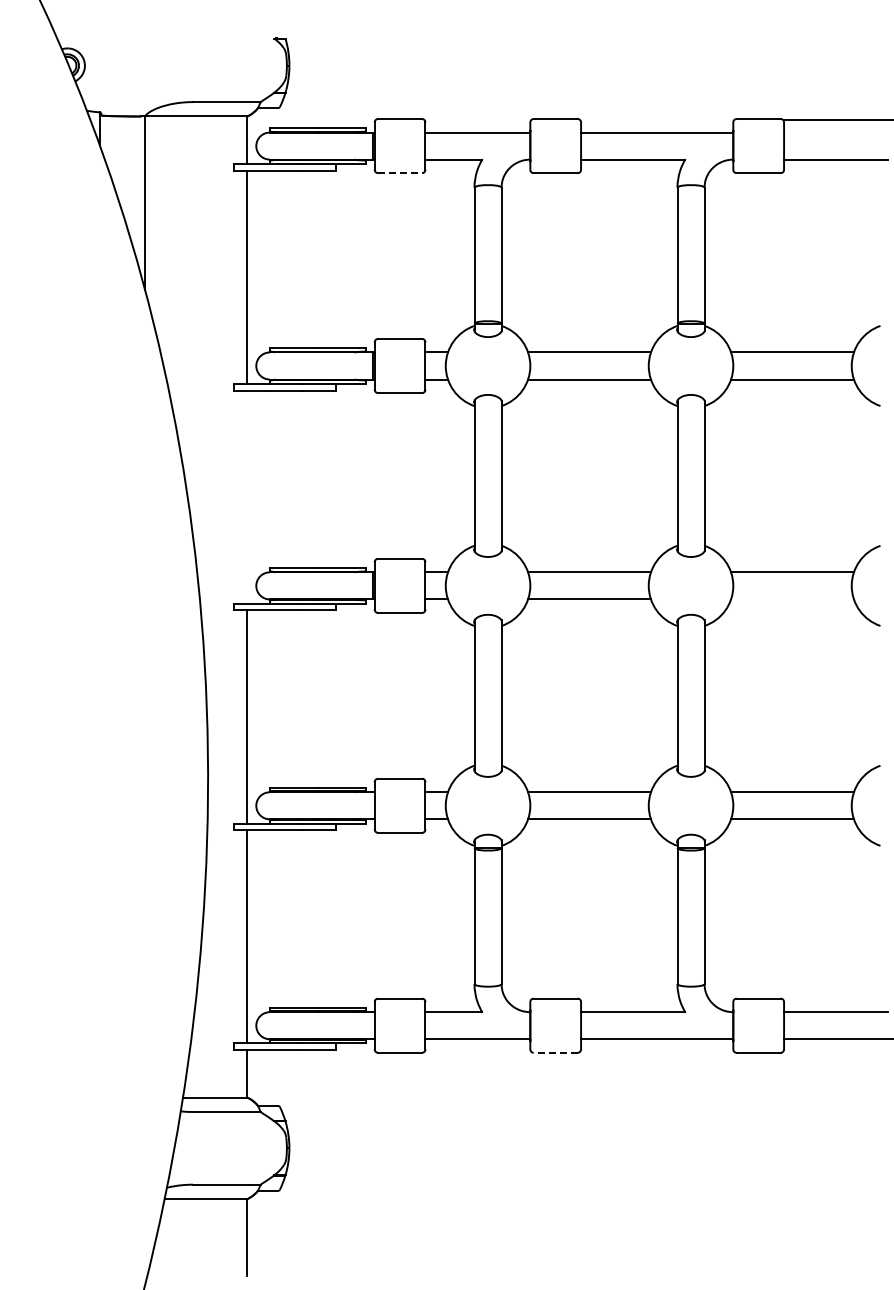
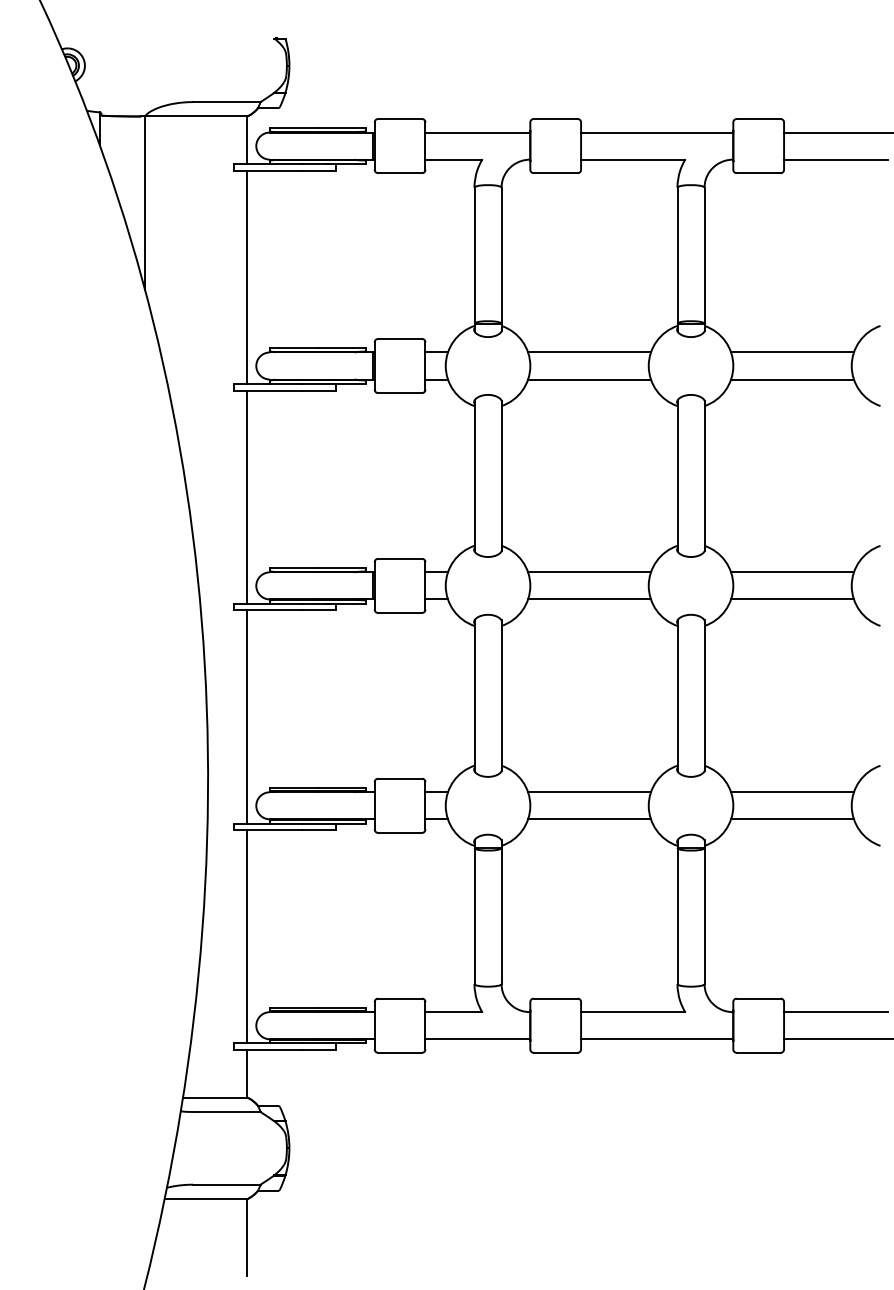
line at (837, 119) position: (837, 119) -> (837, 132)
line at (400, 173): dashed -> solid
line at (247, 496): none -> present
line at (792, 599): none -> present
line at (555, 1052): dashed -> solid
